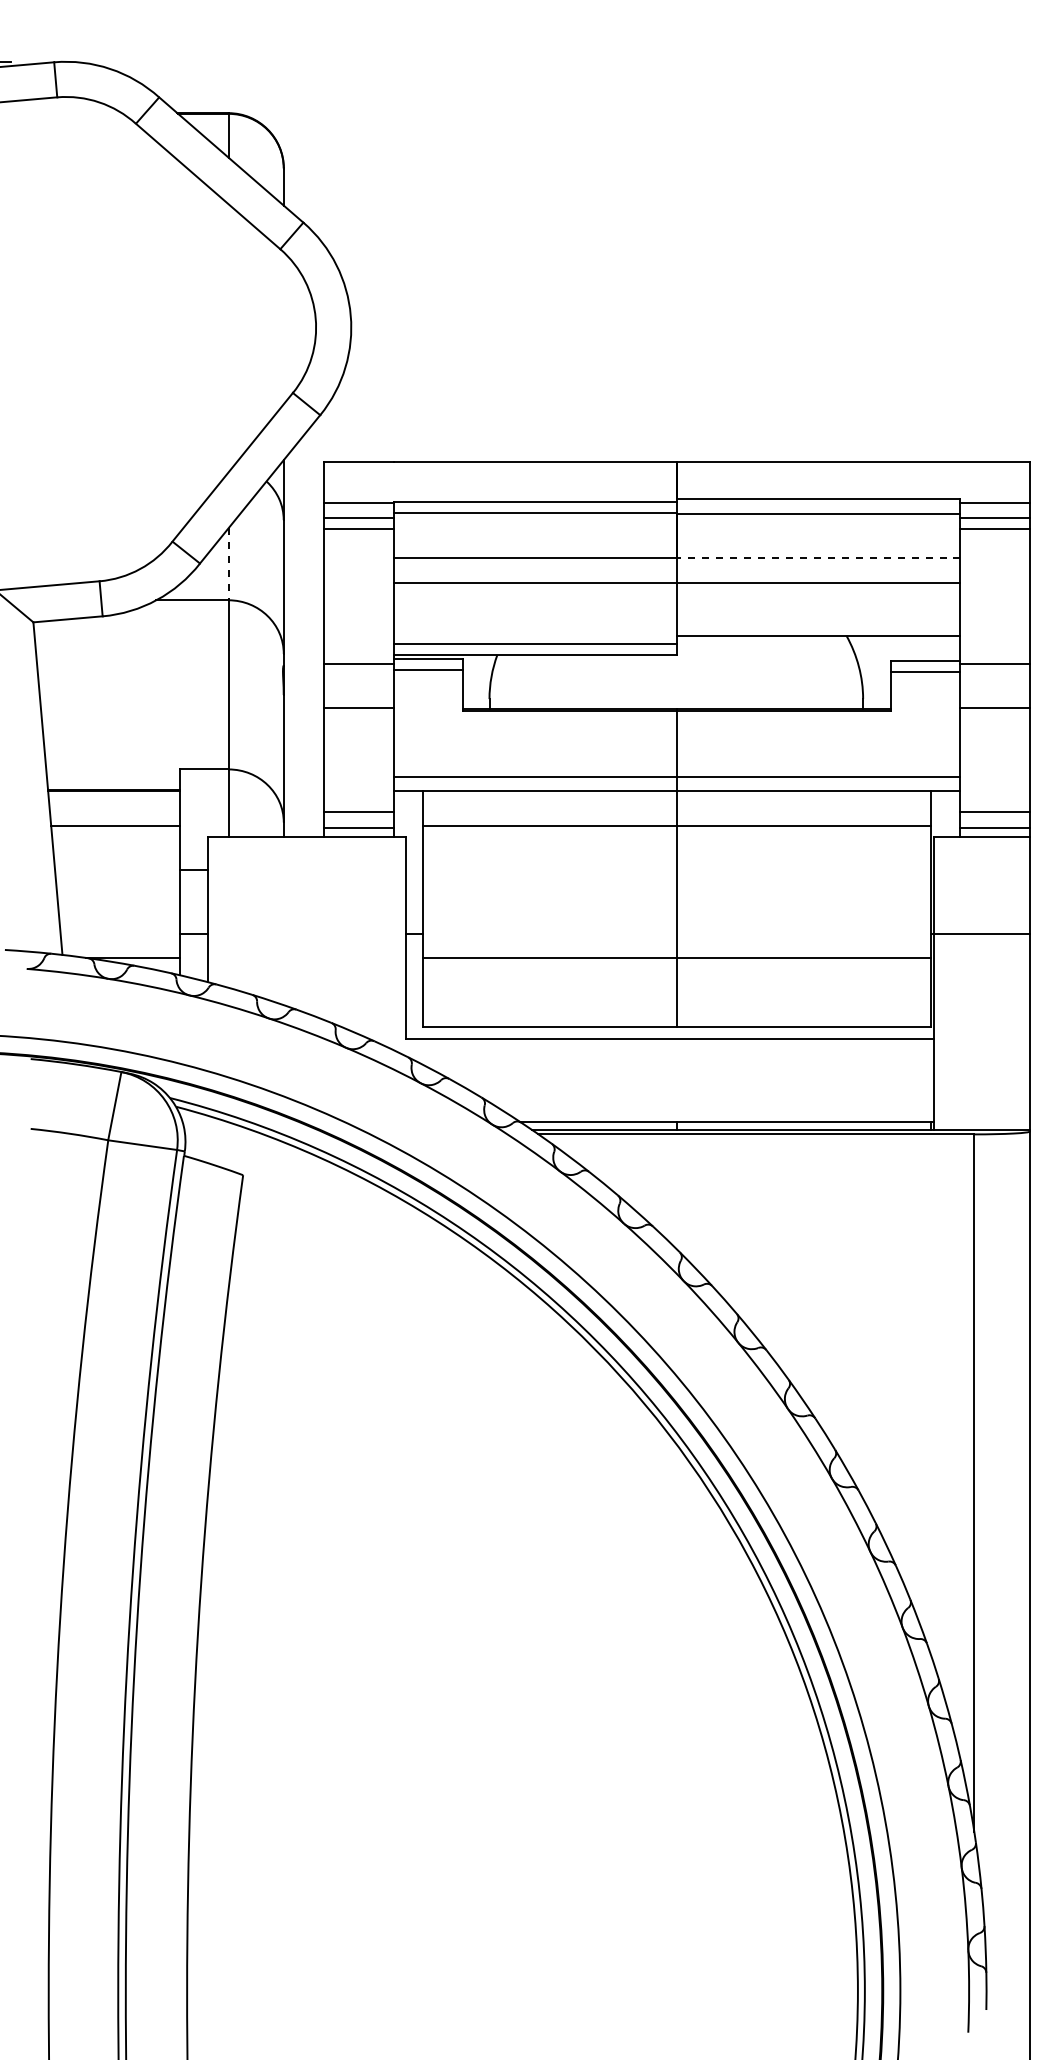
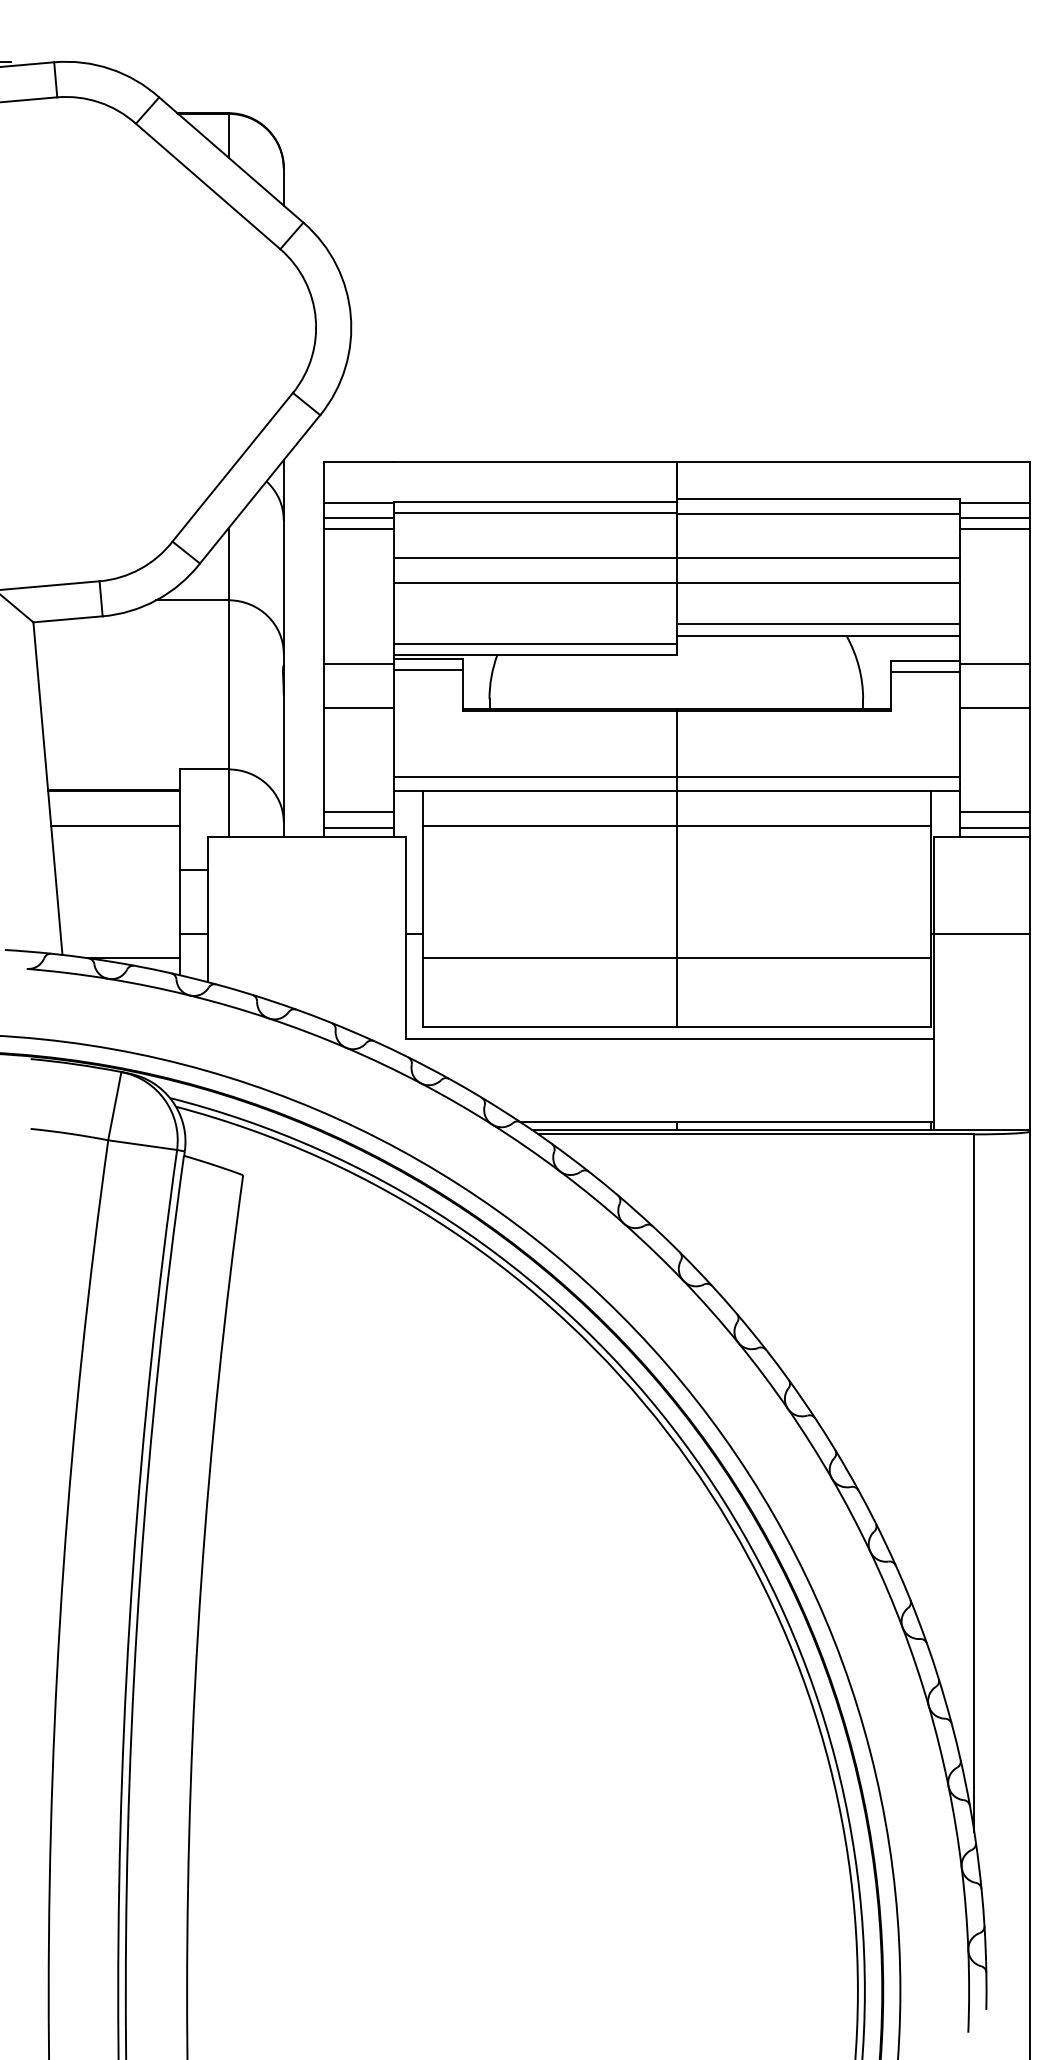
line at (818, 558): dashed -> solid
line at (228, 564): dashed -> solid
line at (818, 624): none -> present
